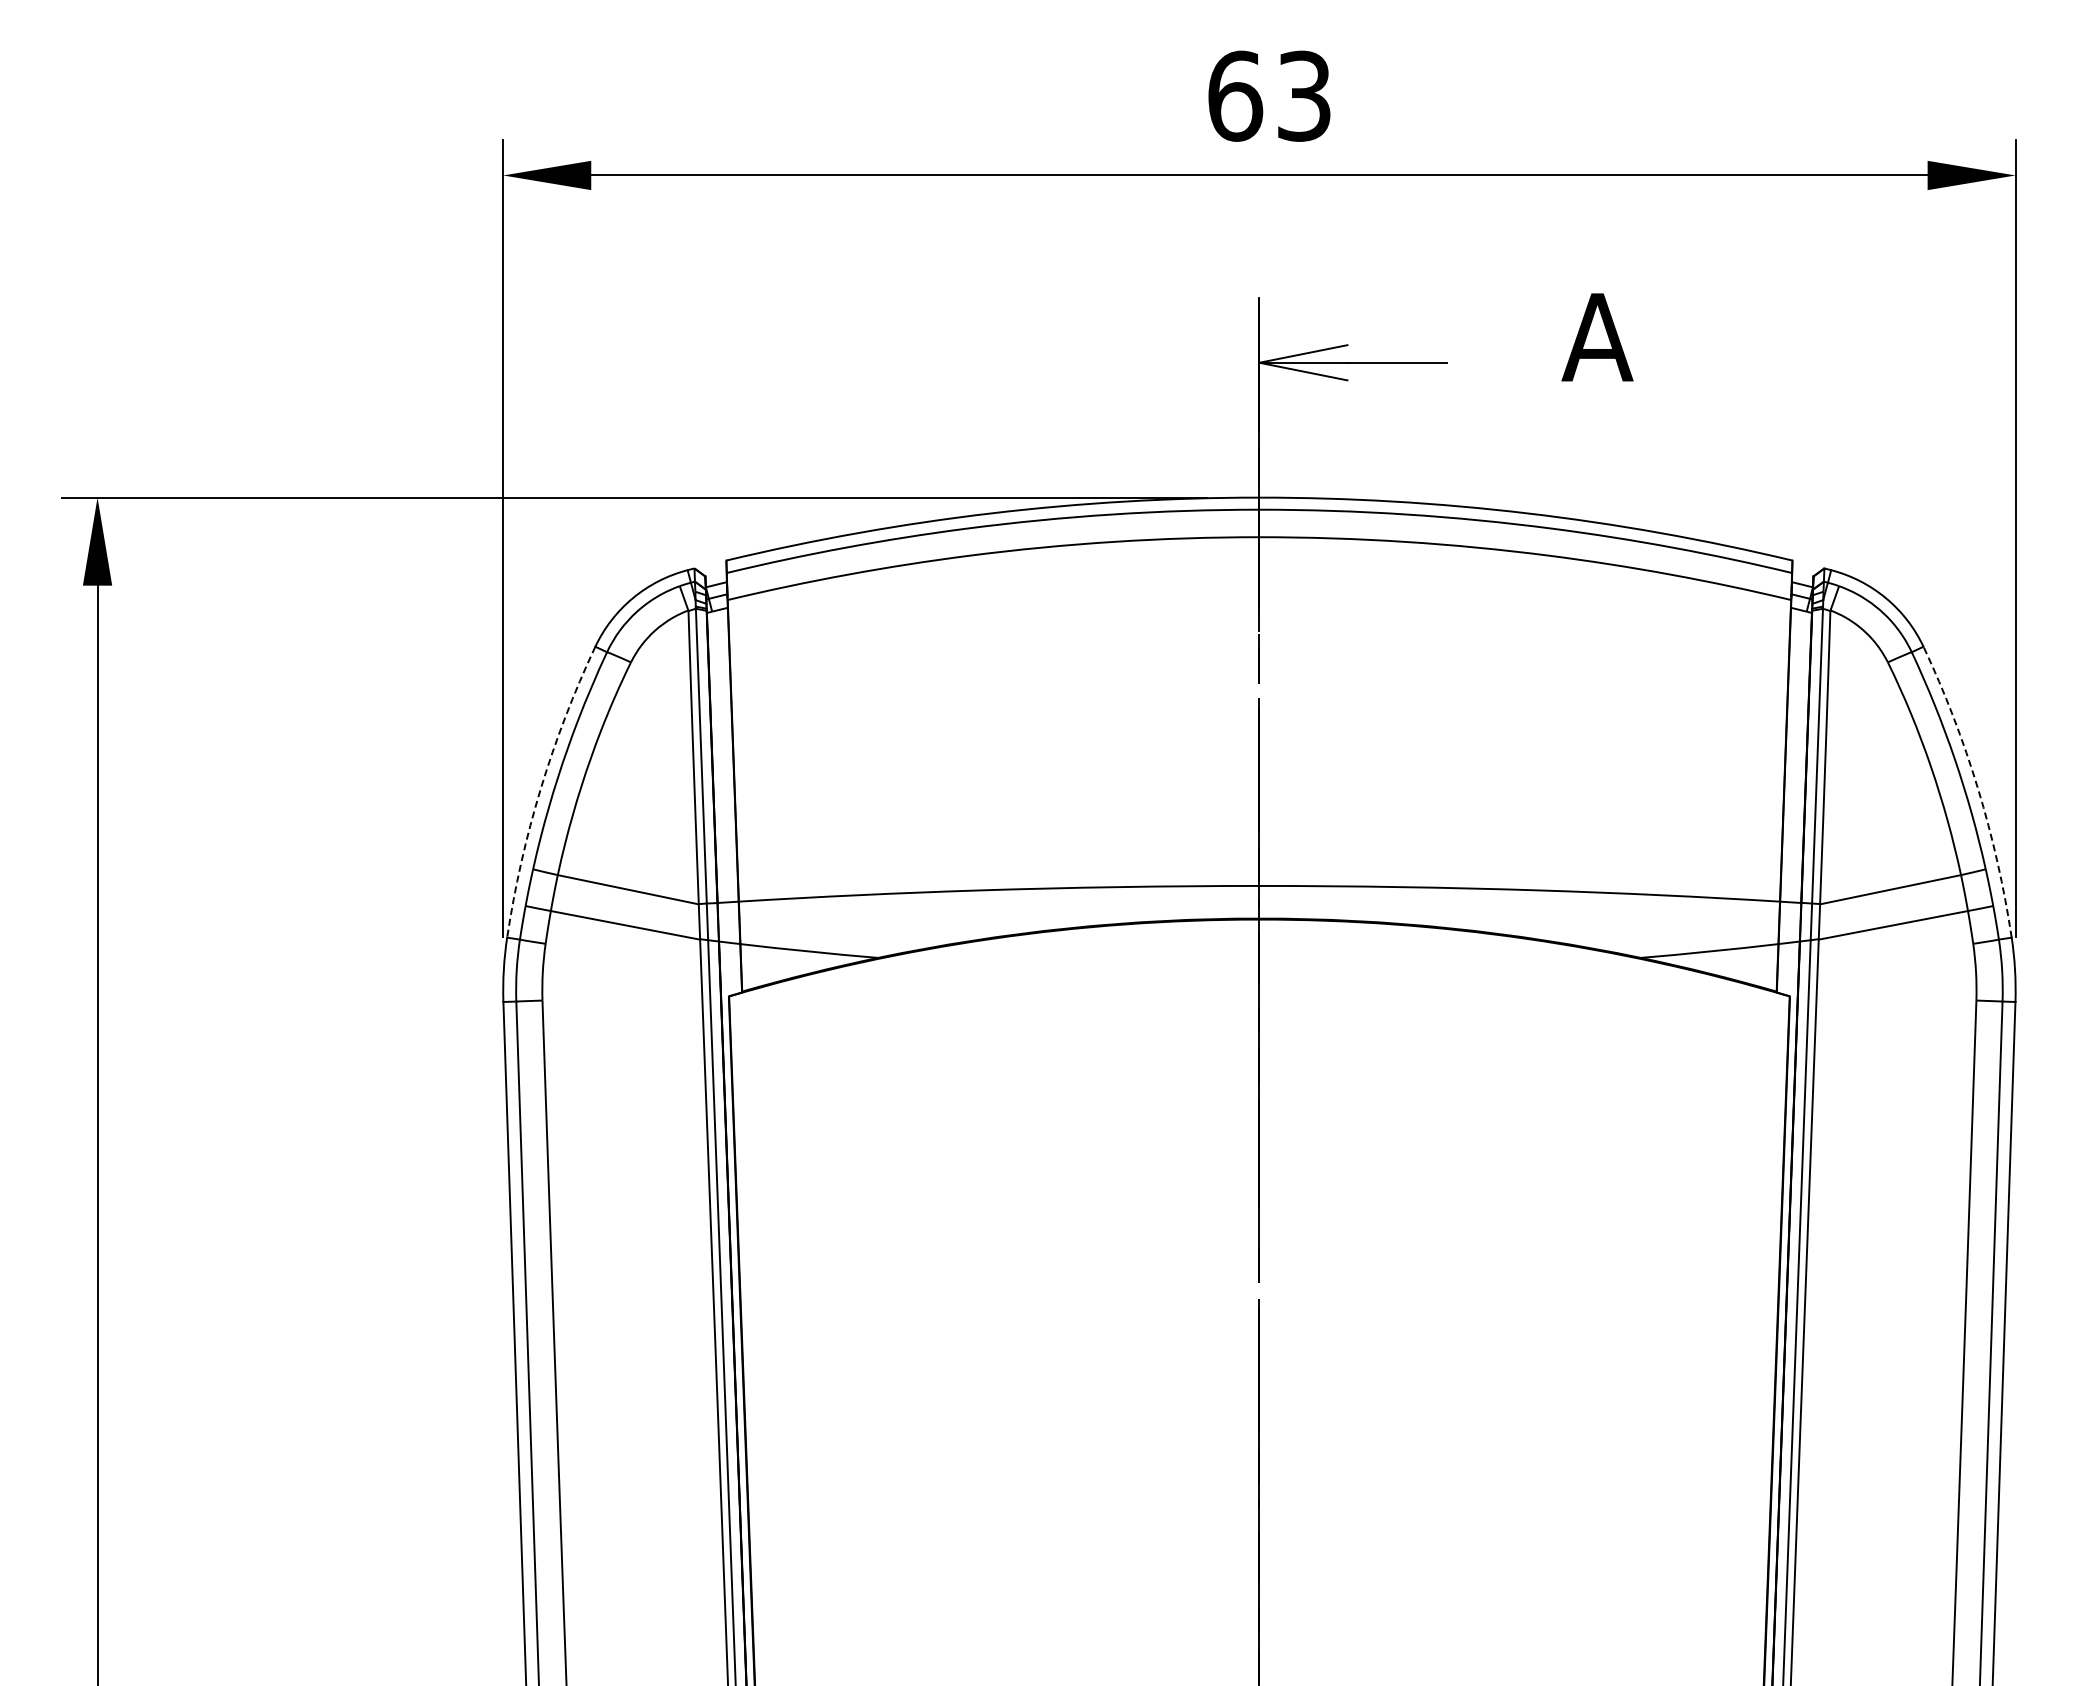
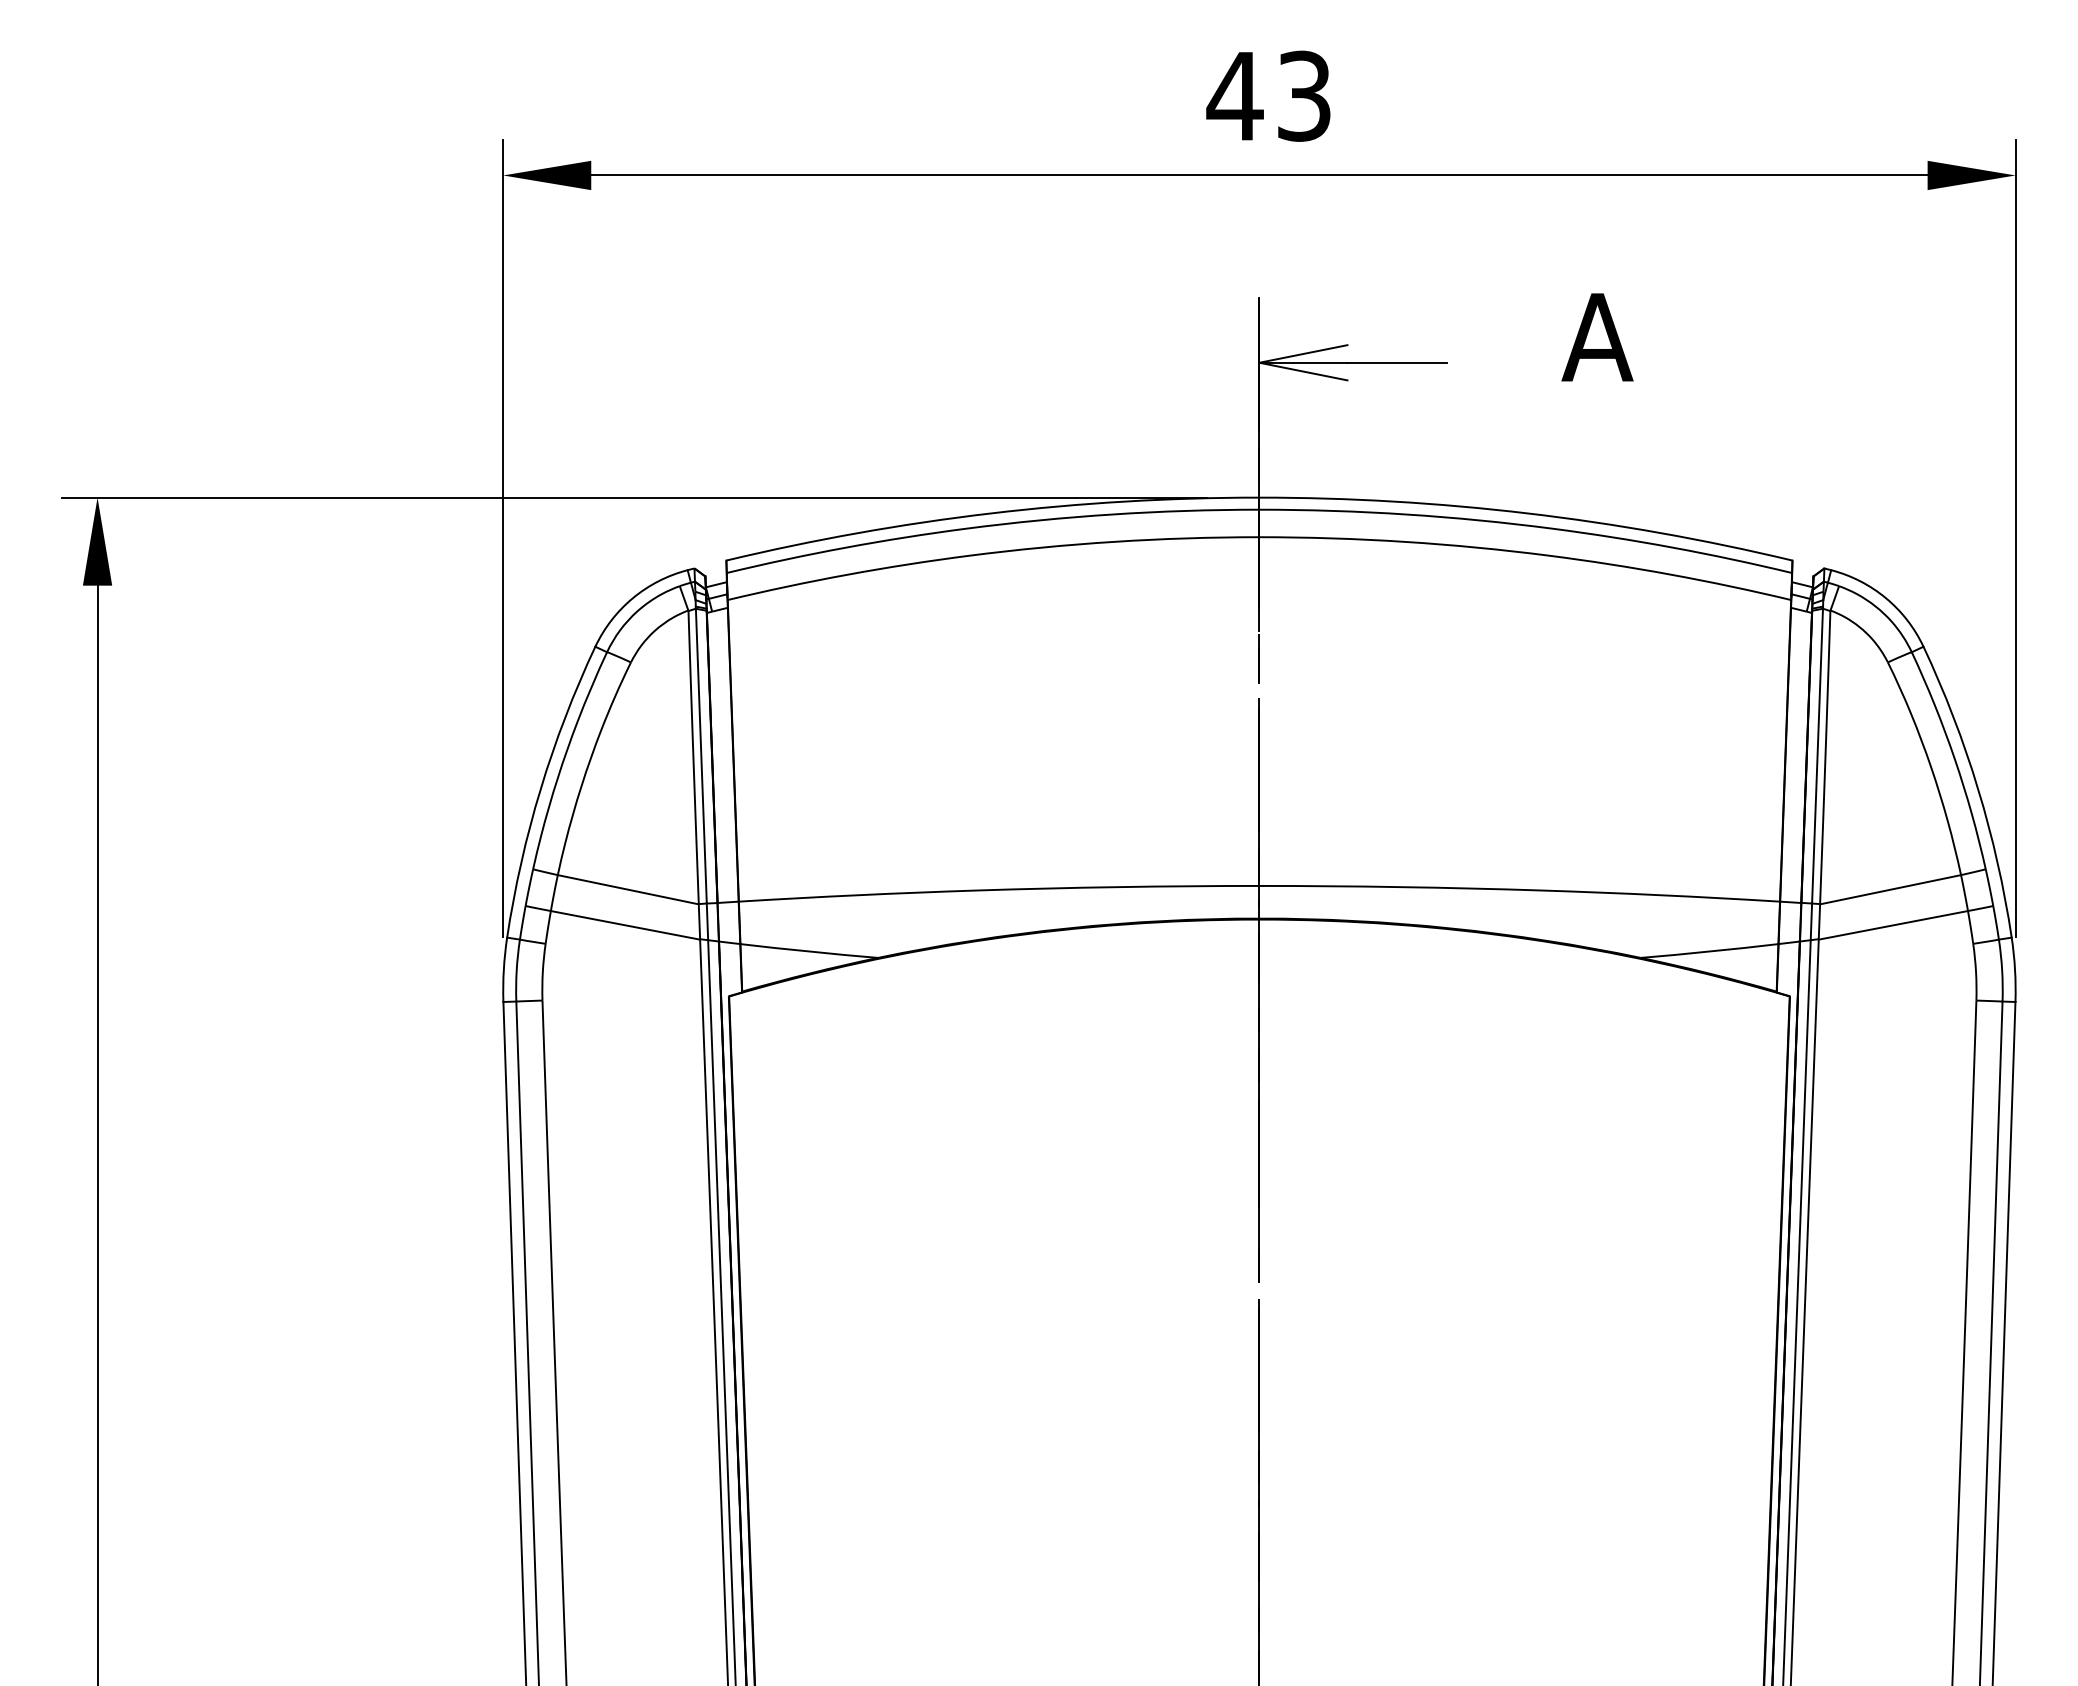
text at (1234, 95): 63 -> 43
arc at (540, 789): dashed -> solid
arc at (1978, 789): dashed -> solid
